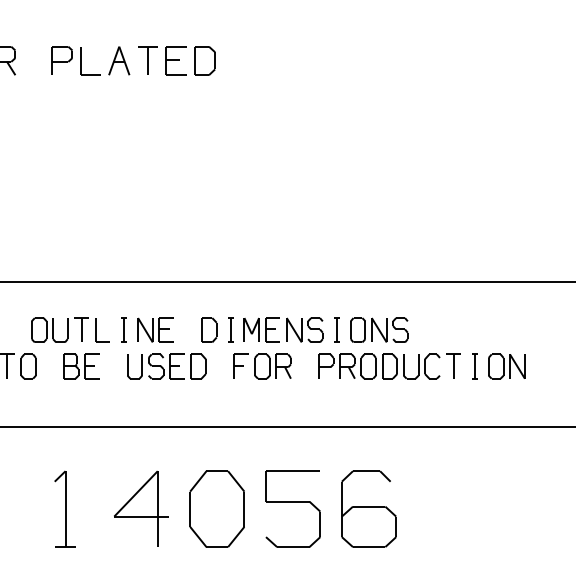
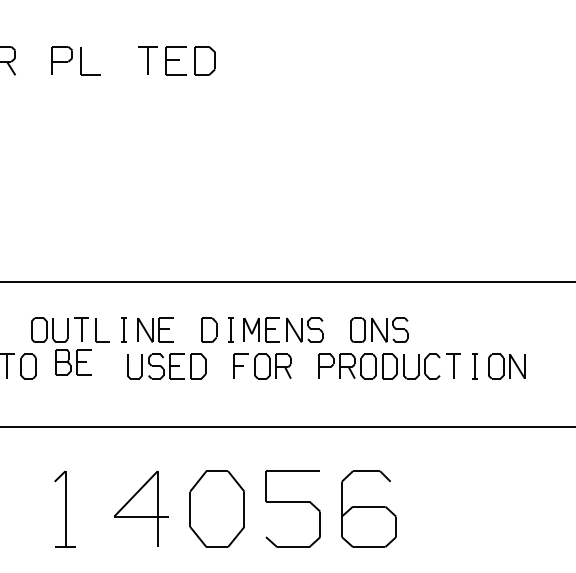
part at (119, 60): present -> none
part at (336, 329): present -> none
part at (81, 366) position: (81, 366) -> (73, 362)
